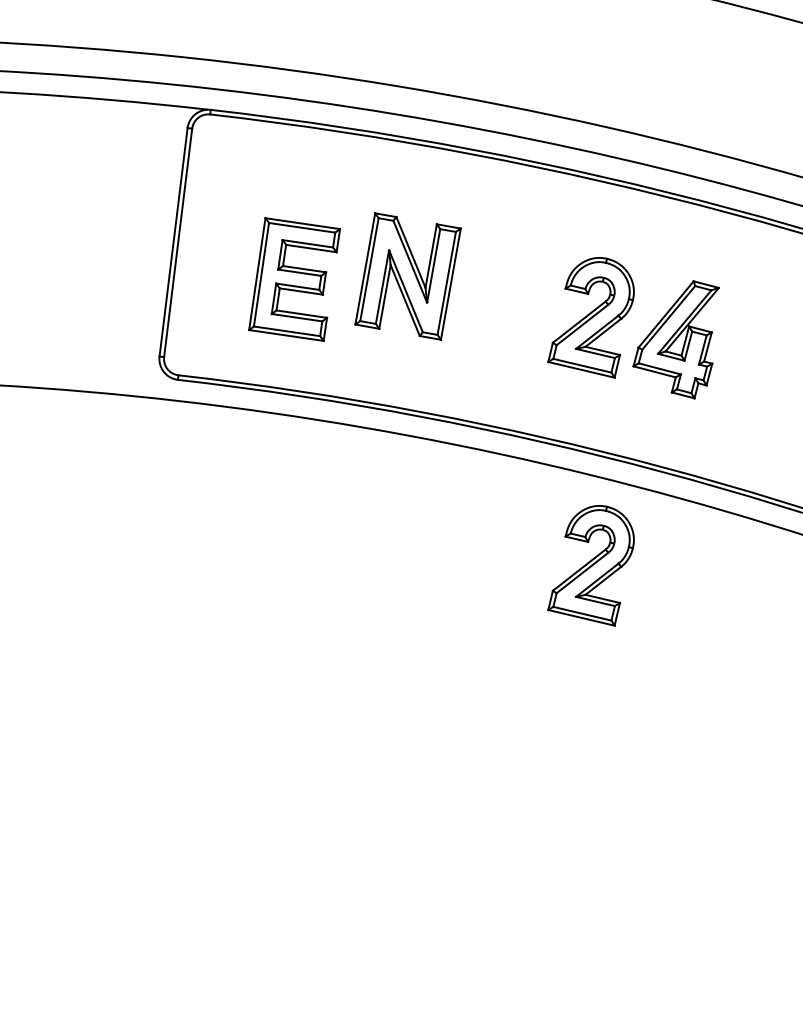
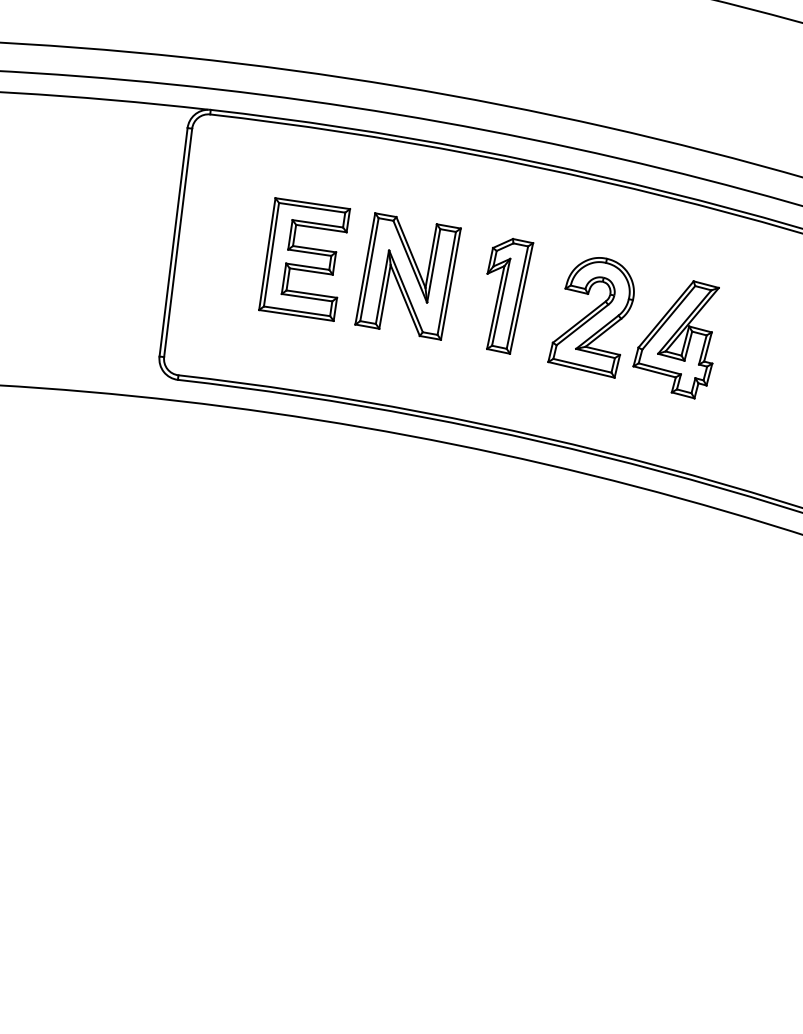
part at (294, 279) position: (294, 279) -> (304, 259)
part at (510, 295): none -> present
part at (590, 565): present -> none
